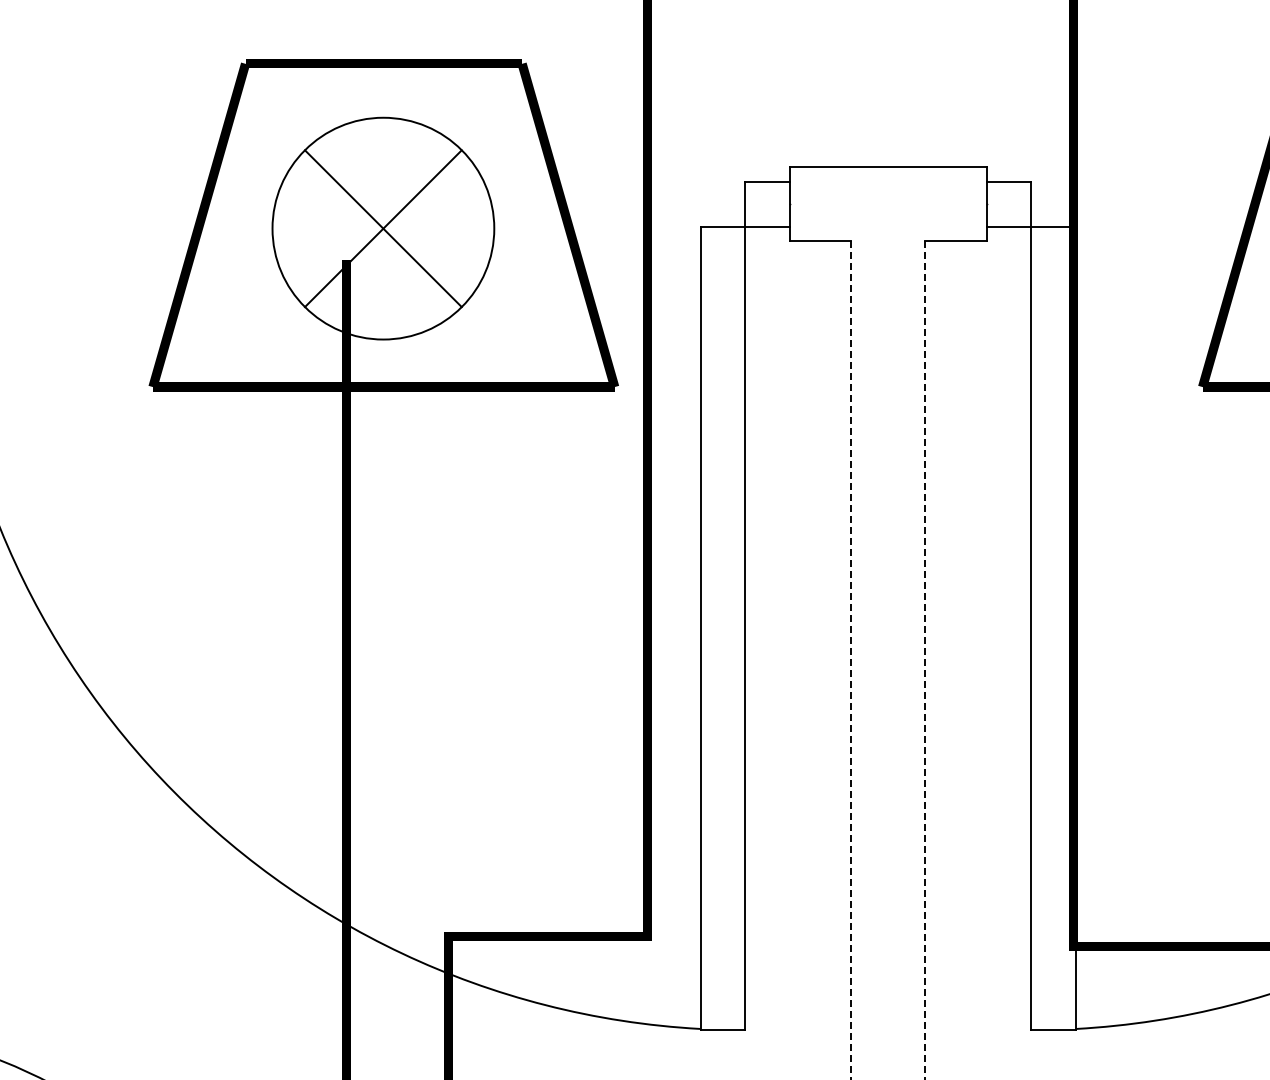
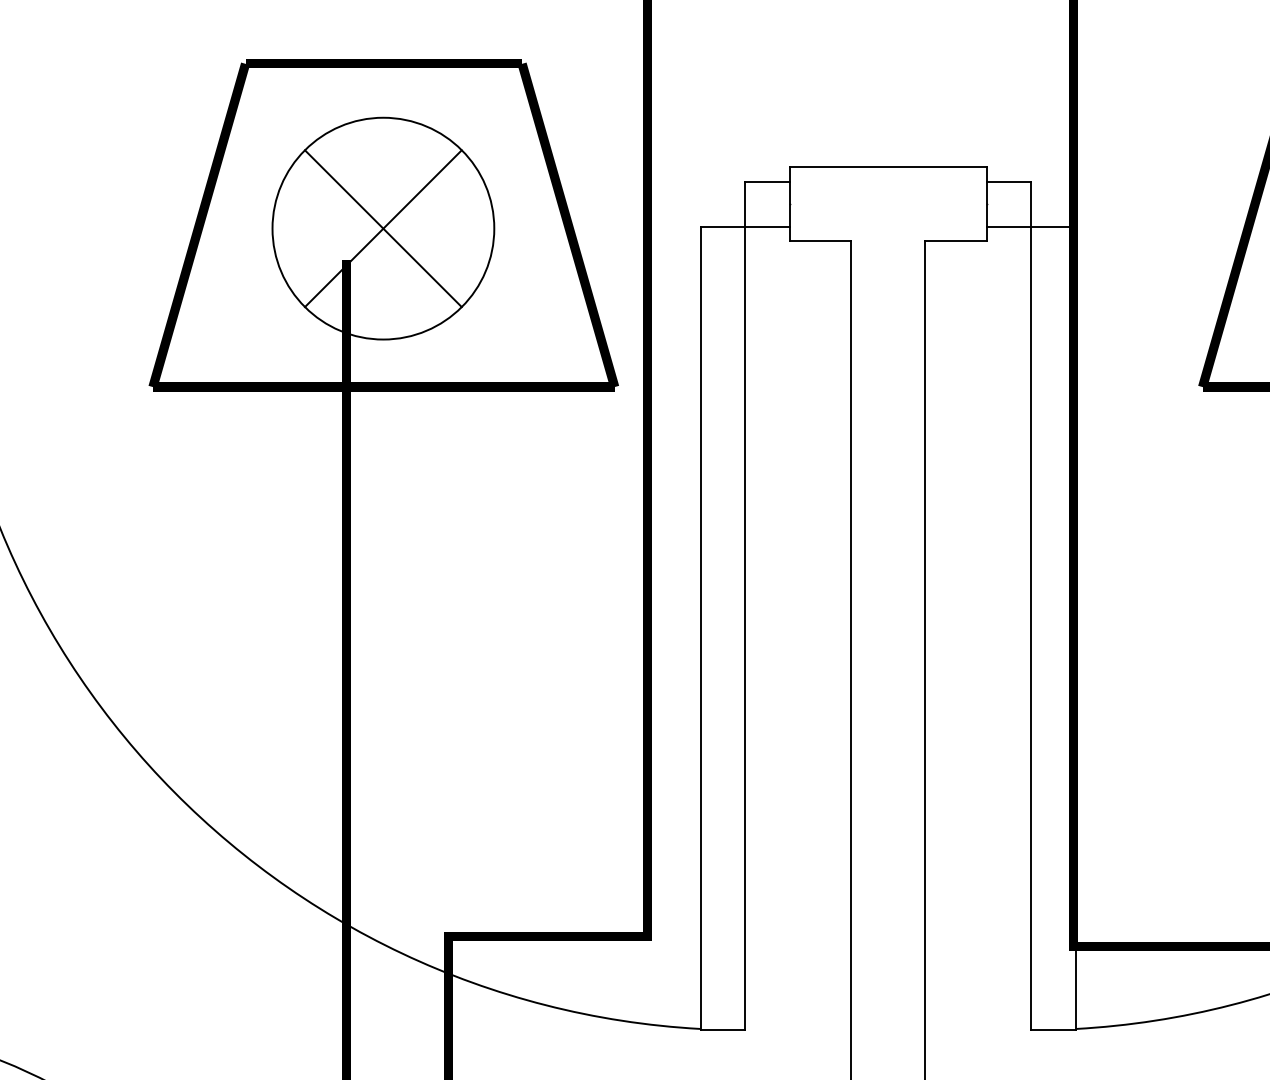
line at (851, 661): dashed -> solid
line at (925, 661): dashed -> solid
